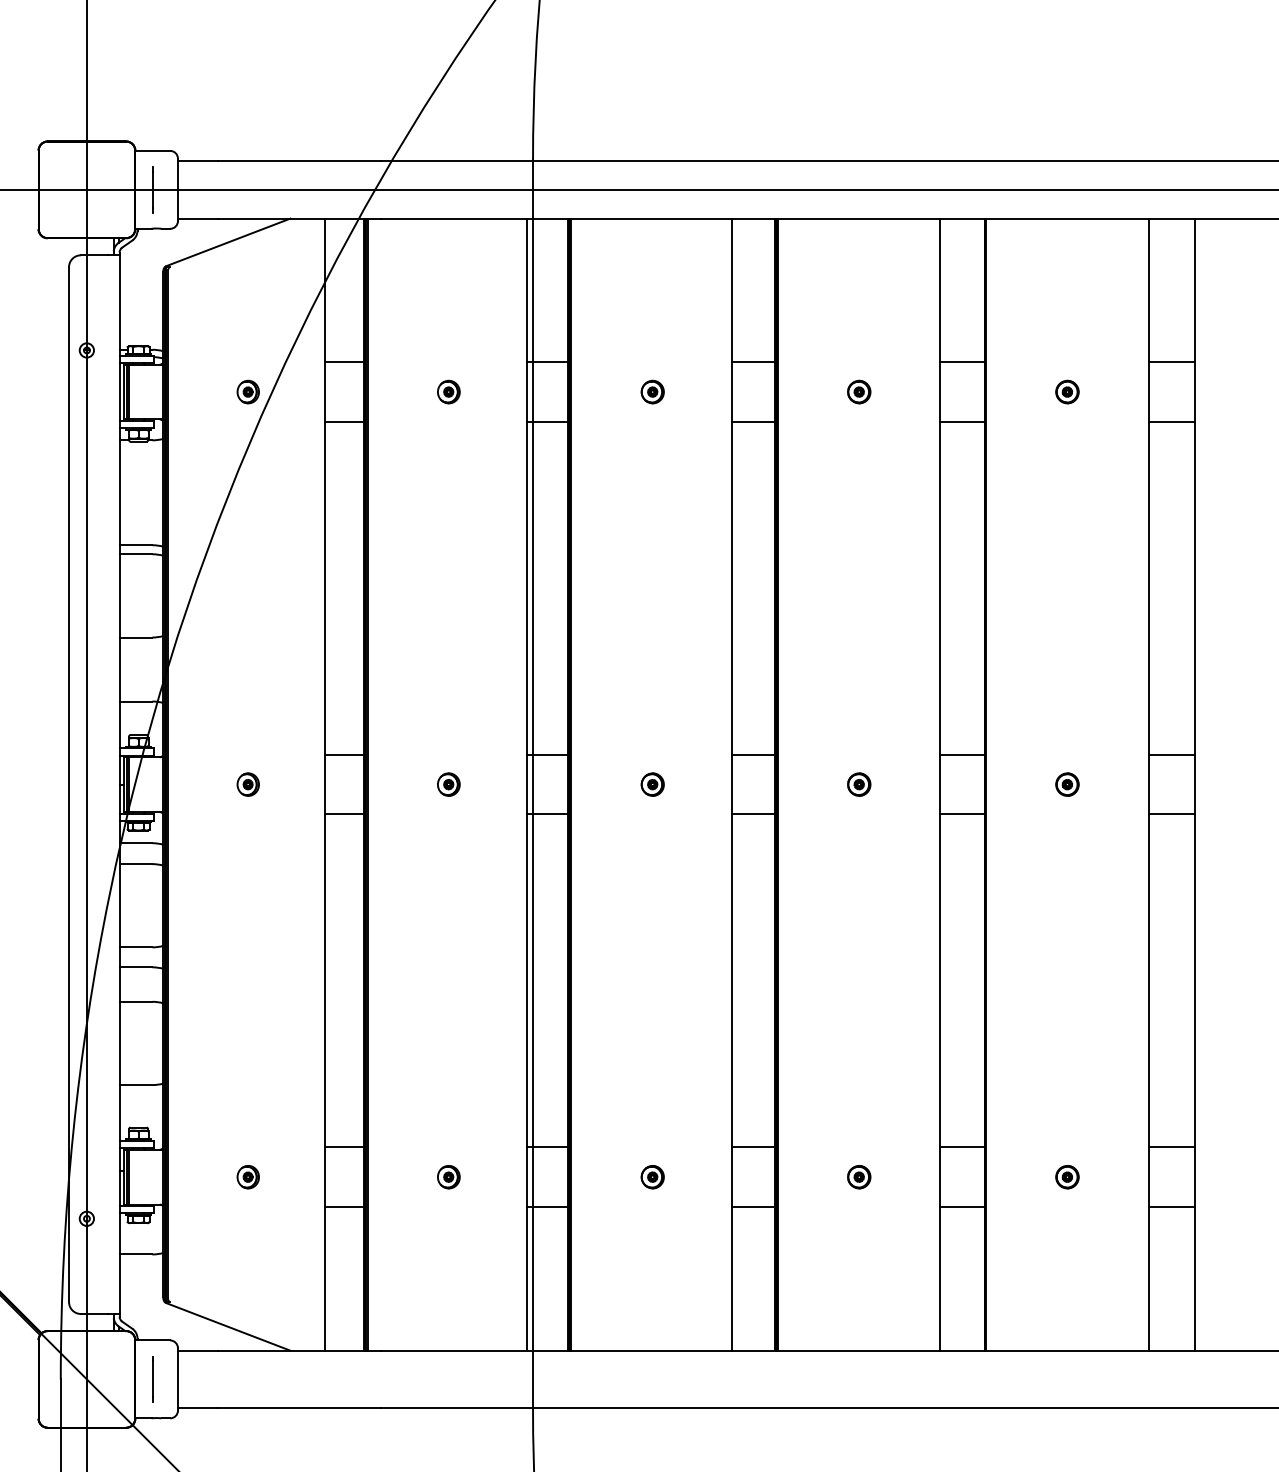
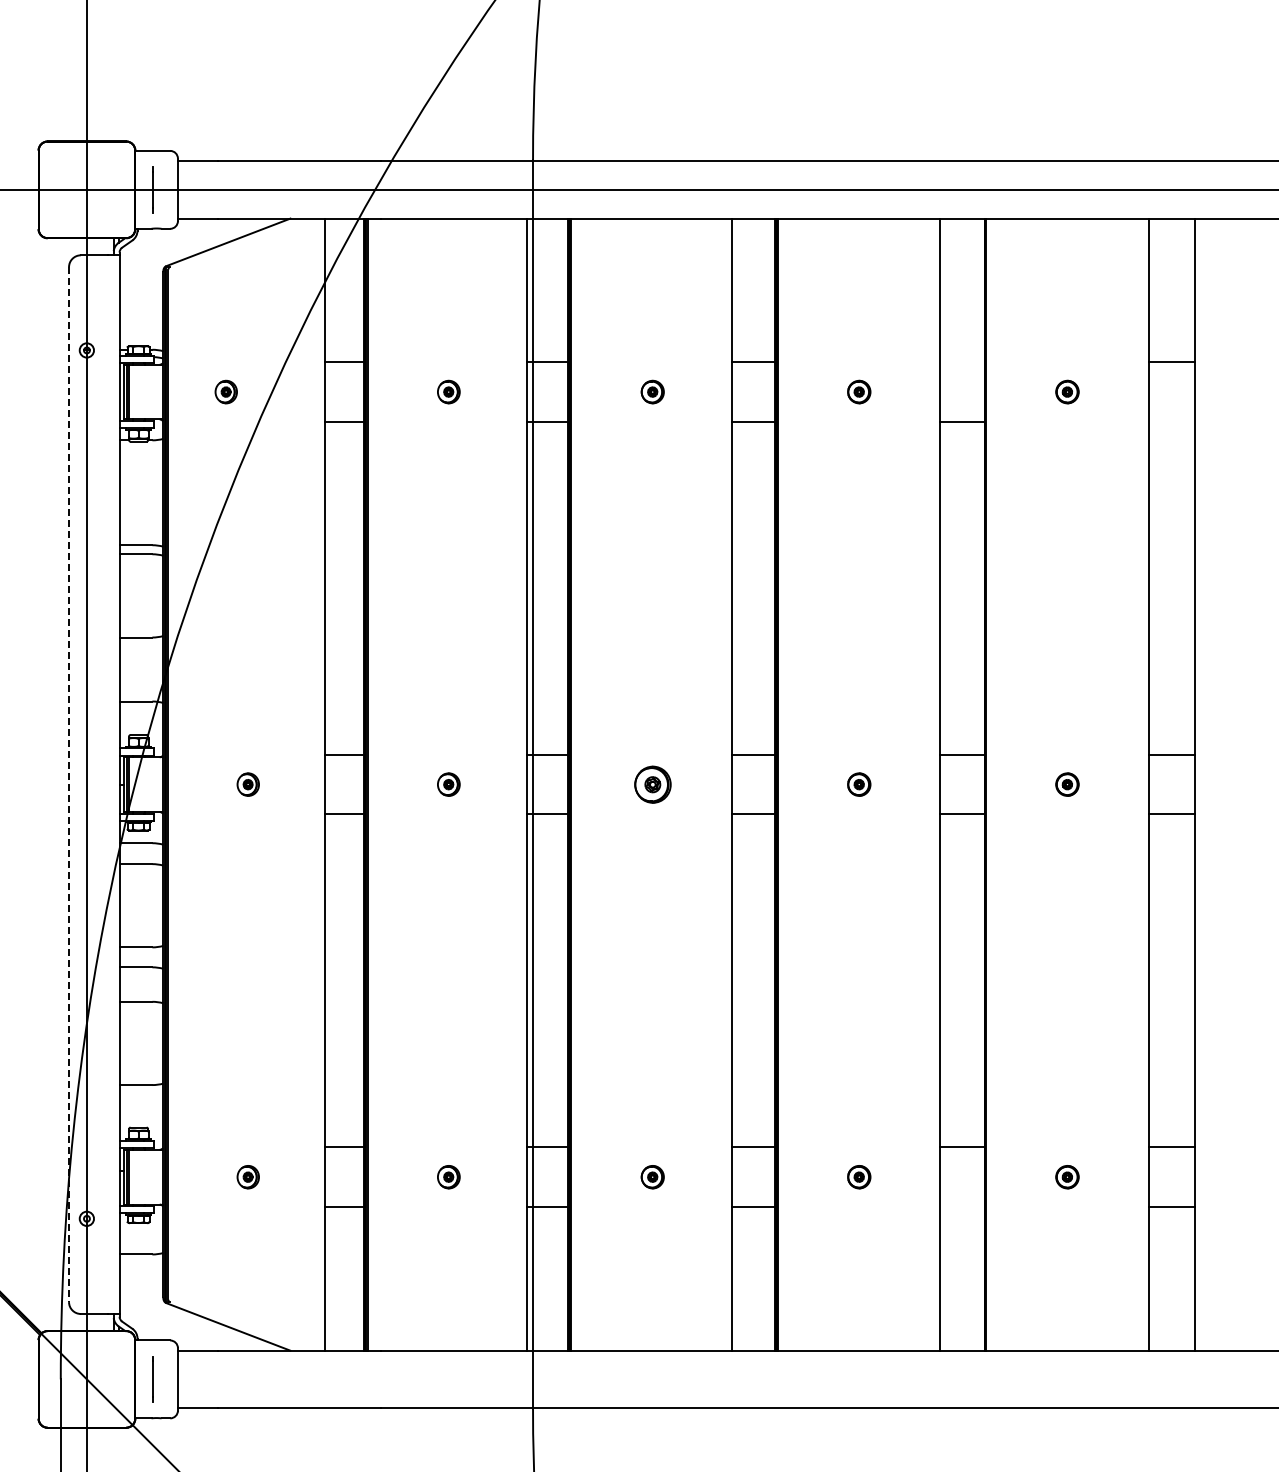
line at (961, 362): present -> none
part at (247, 391) position: (247, 391) -> (225, 391)
line at (1171, 421): present -> none
part at (652, 784) size: 25x25 px -> 38x39 px
line at (69, 785): solid -> dashed
line at (961, 1206): present -> none
